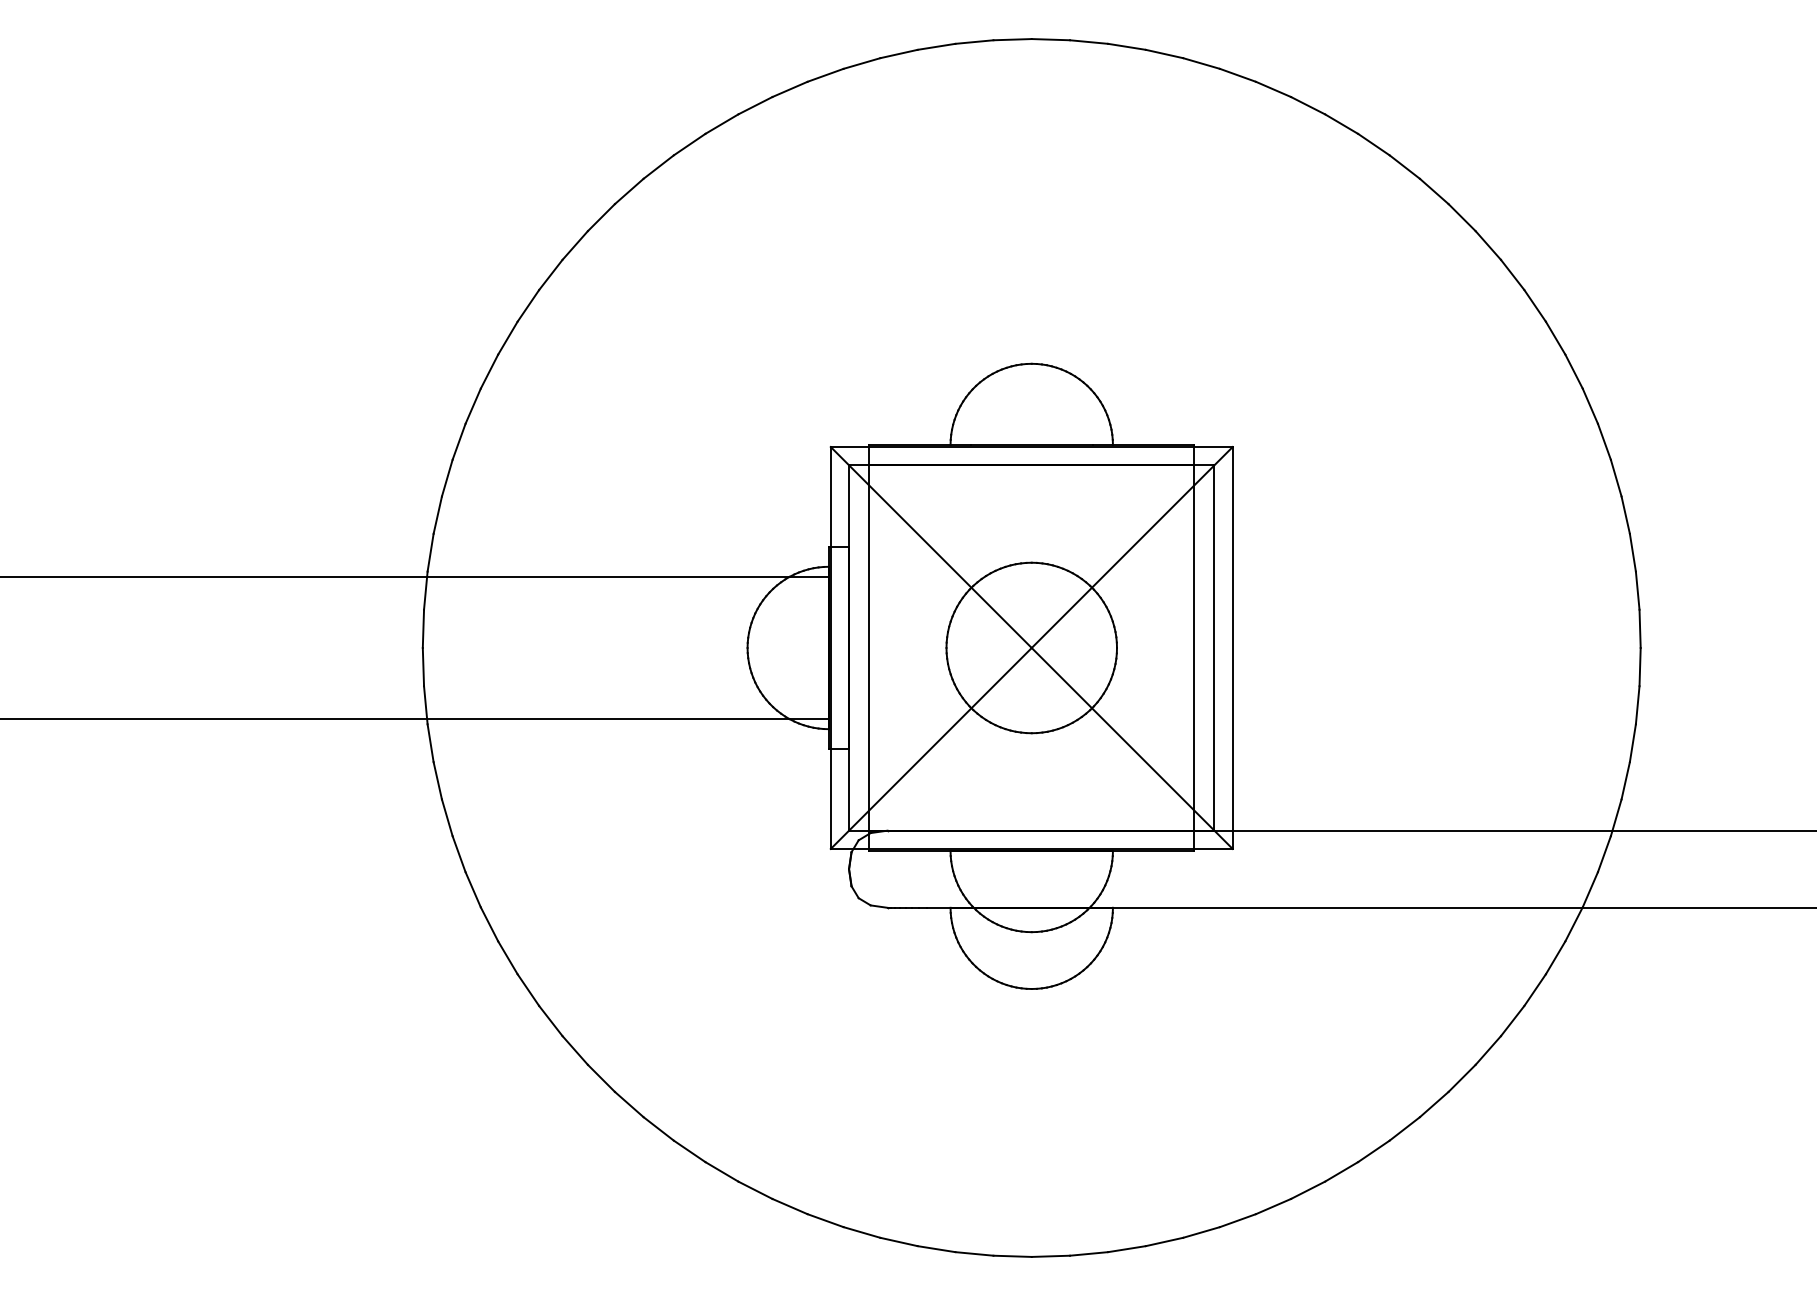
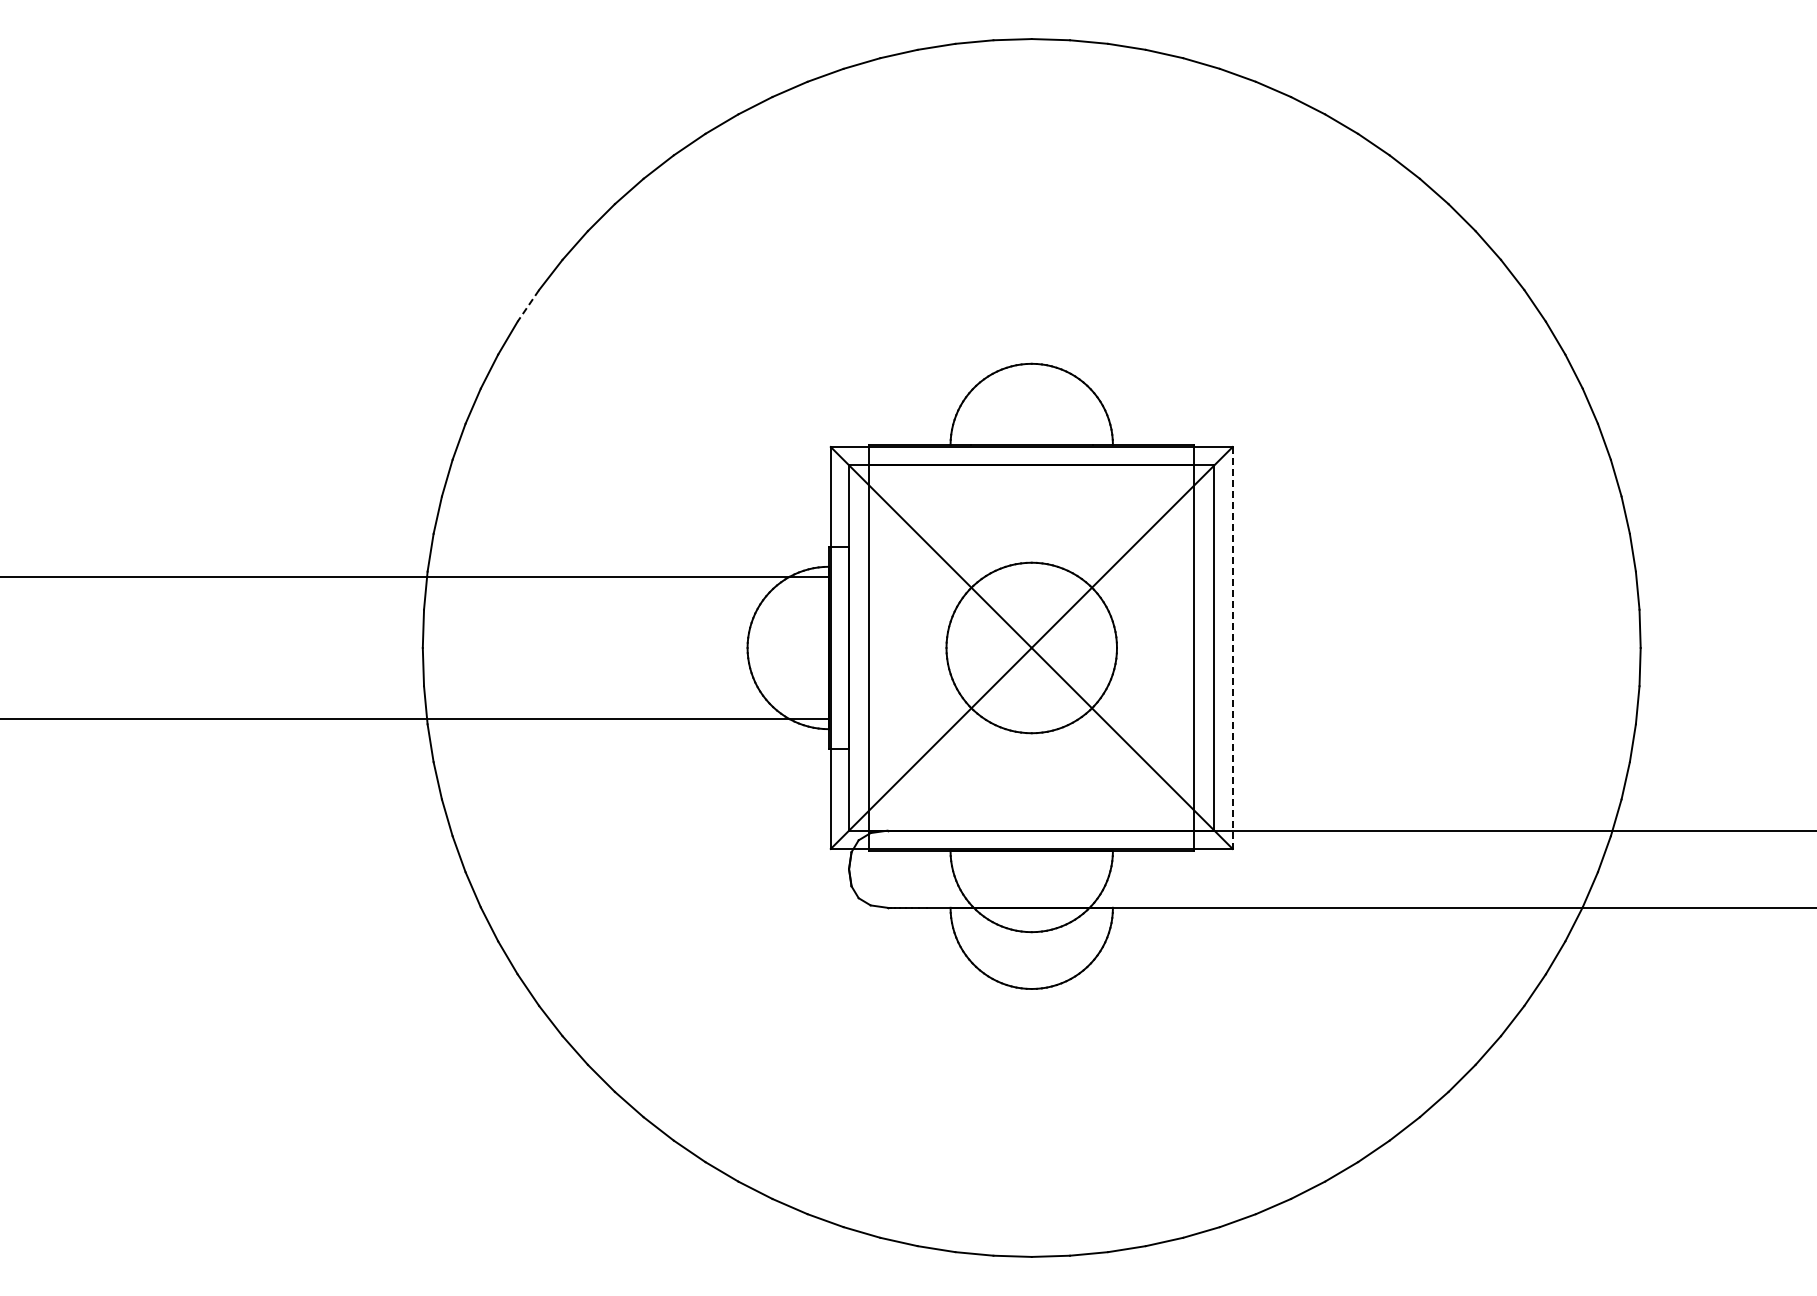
line at (528, 306): solid -> dashed
line at (1232, 648): solid -> dashed
